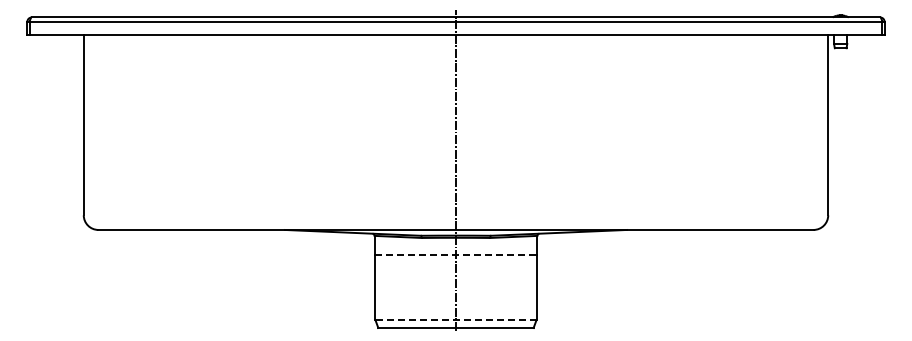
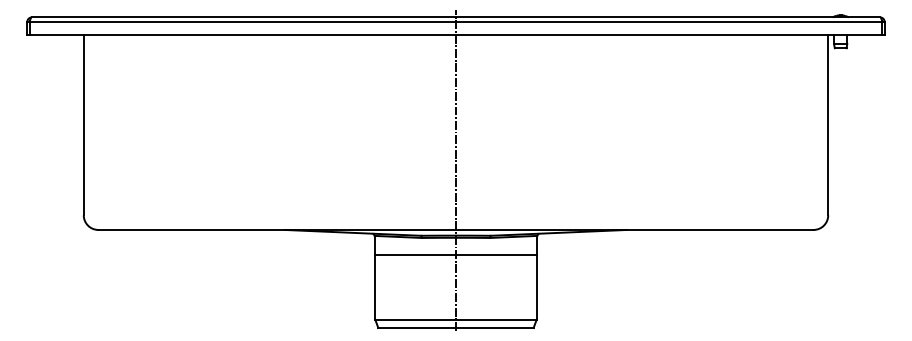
line at (456, 254): dashed -> solid
line at (456, 319): dashed -> solid
